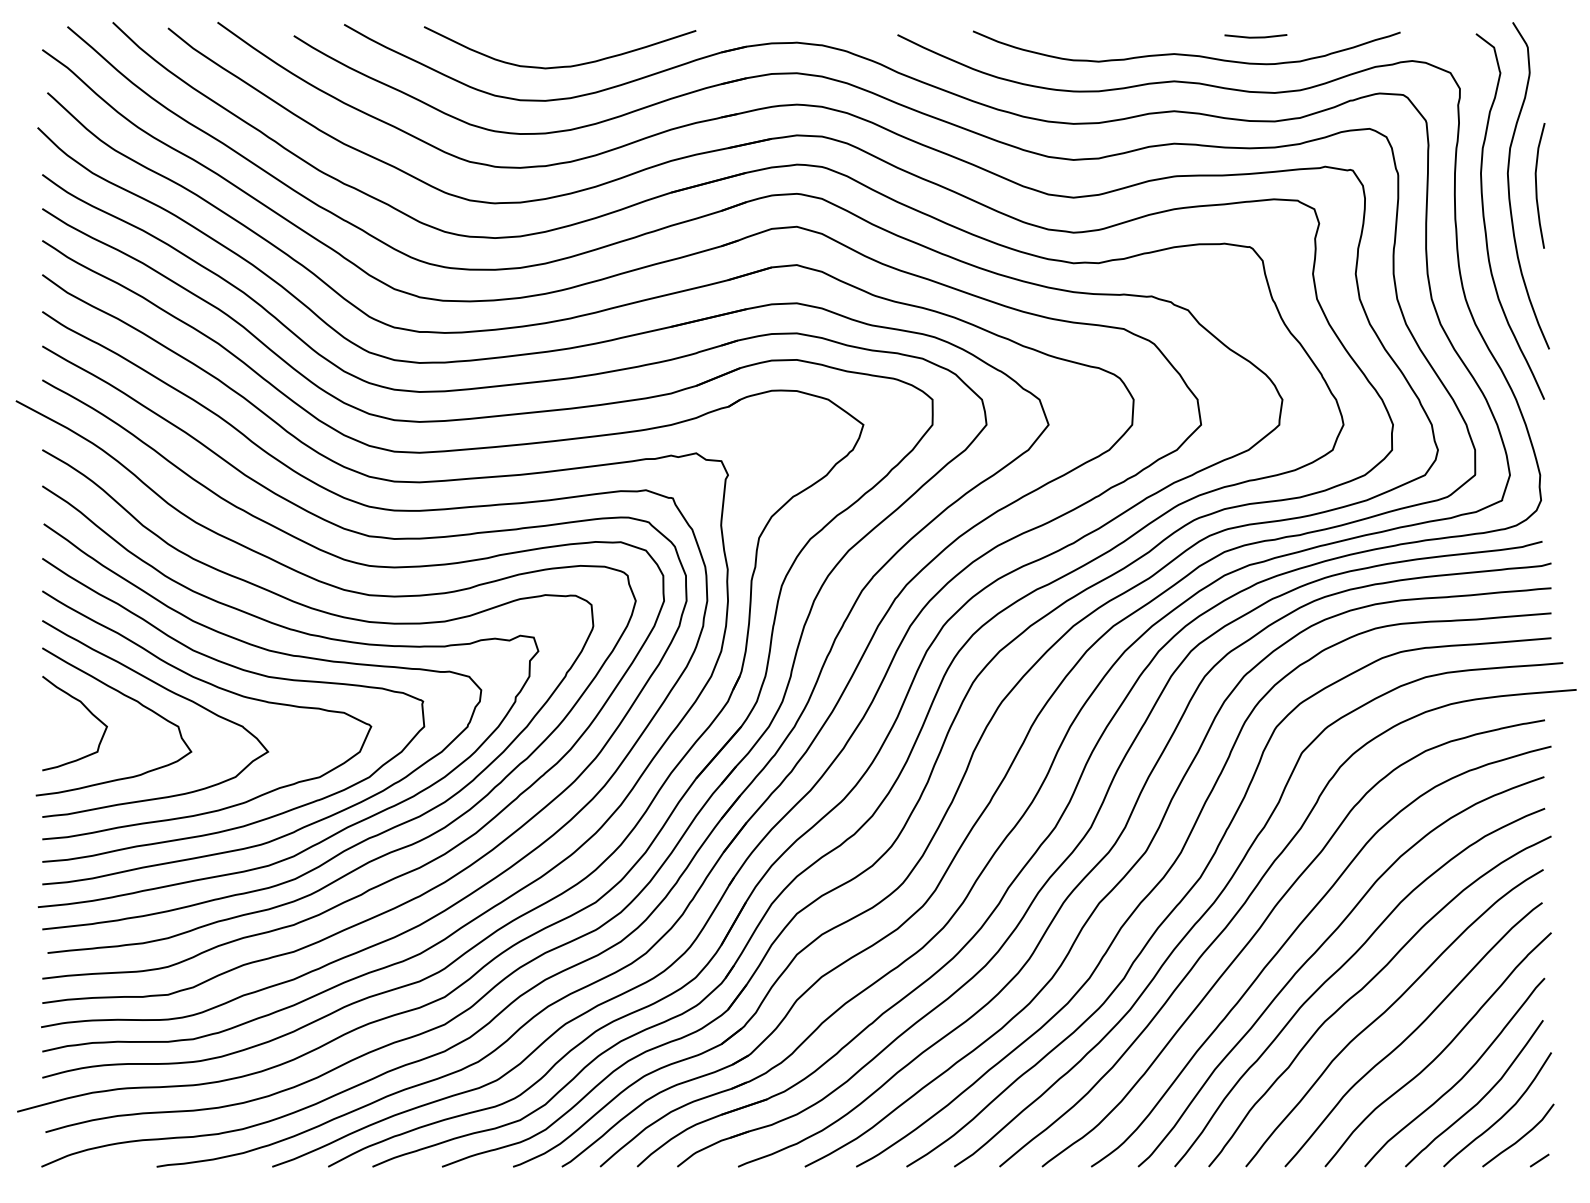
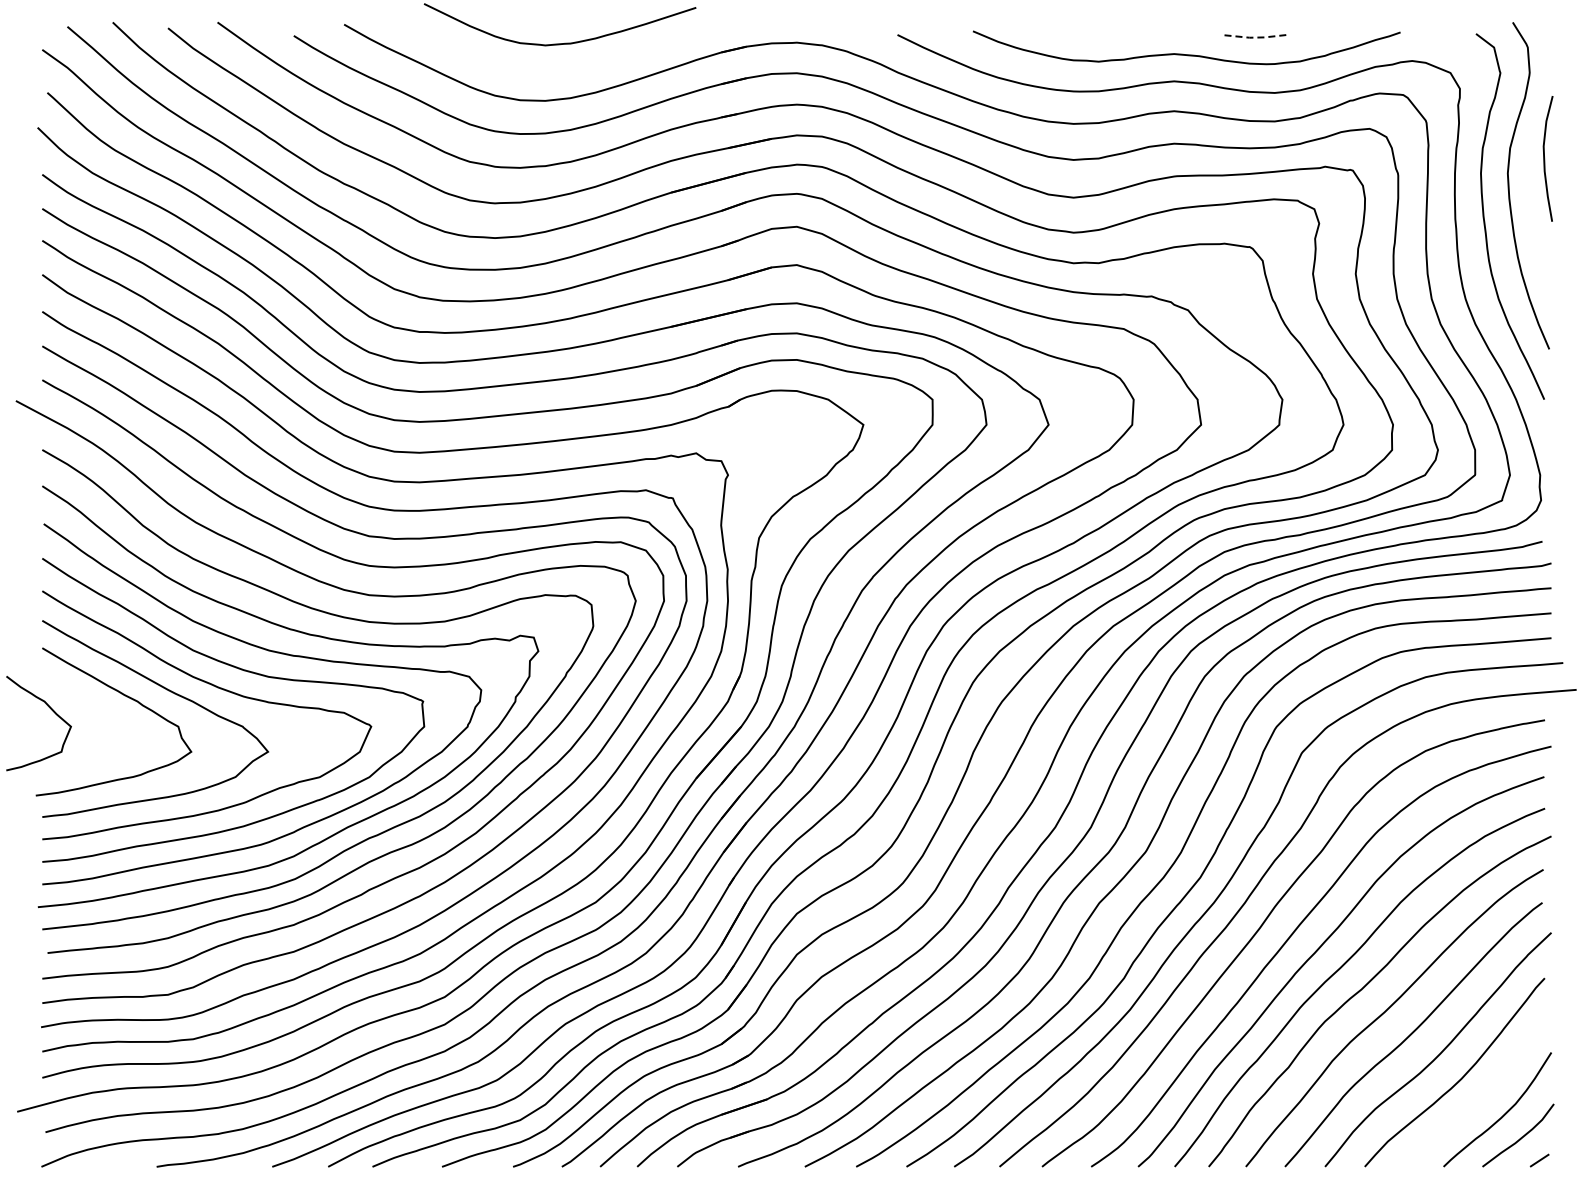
line at (1256, 37): solid -> dashed
curve at (565, 65) position: (565, 65) -> (565, 42)
curve at (1537, 185) position: (1537, 185) -> (1545, 158)
curve at (87, 710) position: (87, 710) -> (51, 710)
curve at (1480, 1099): present -> none
